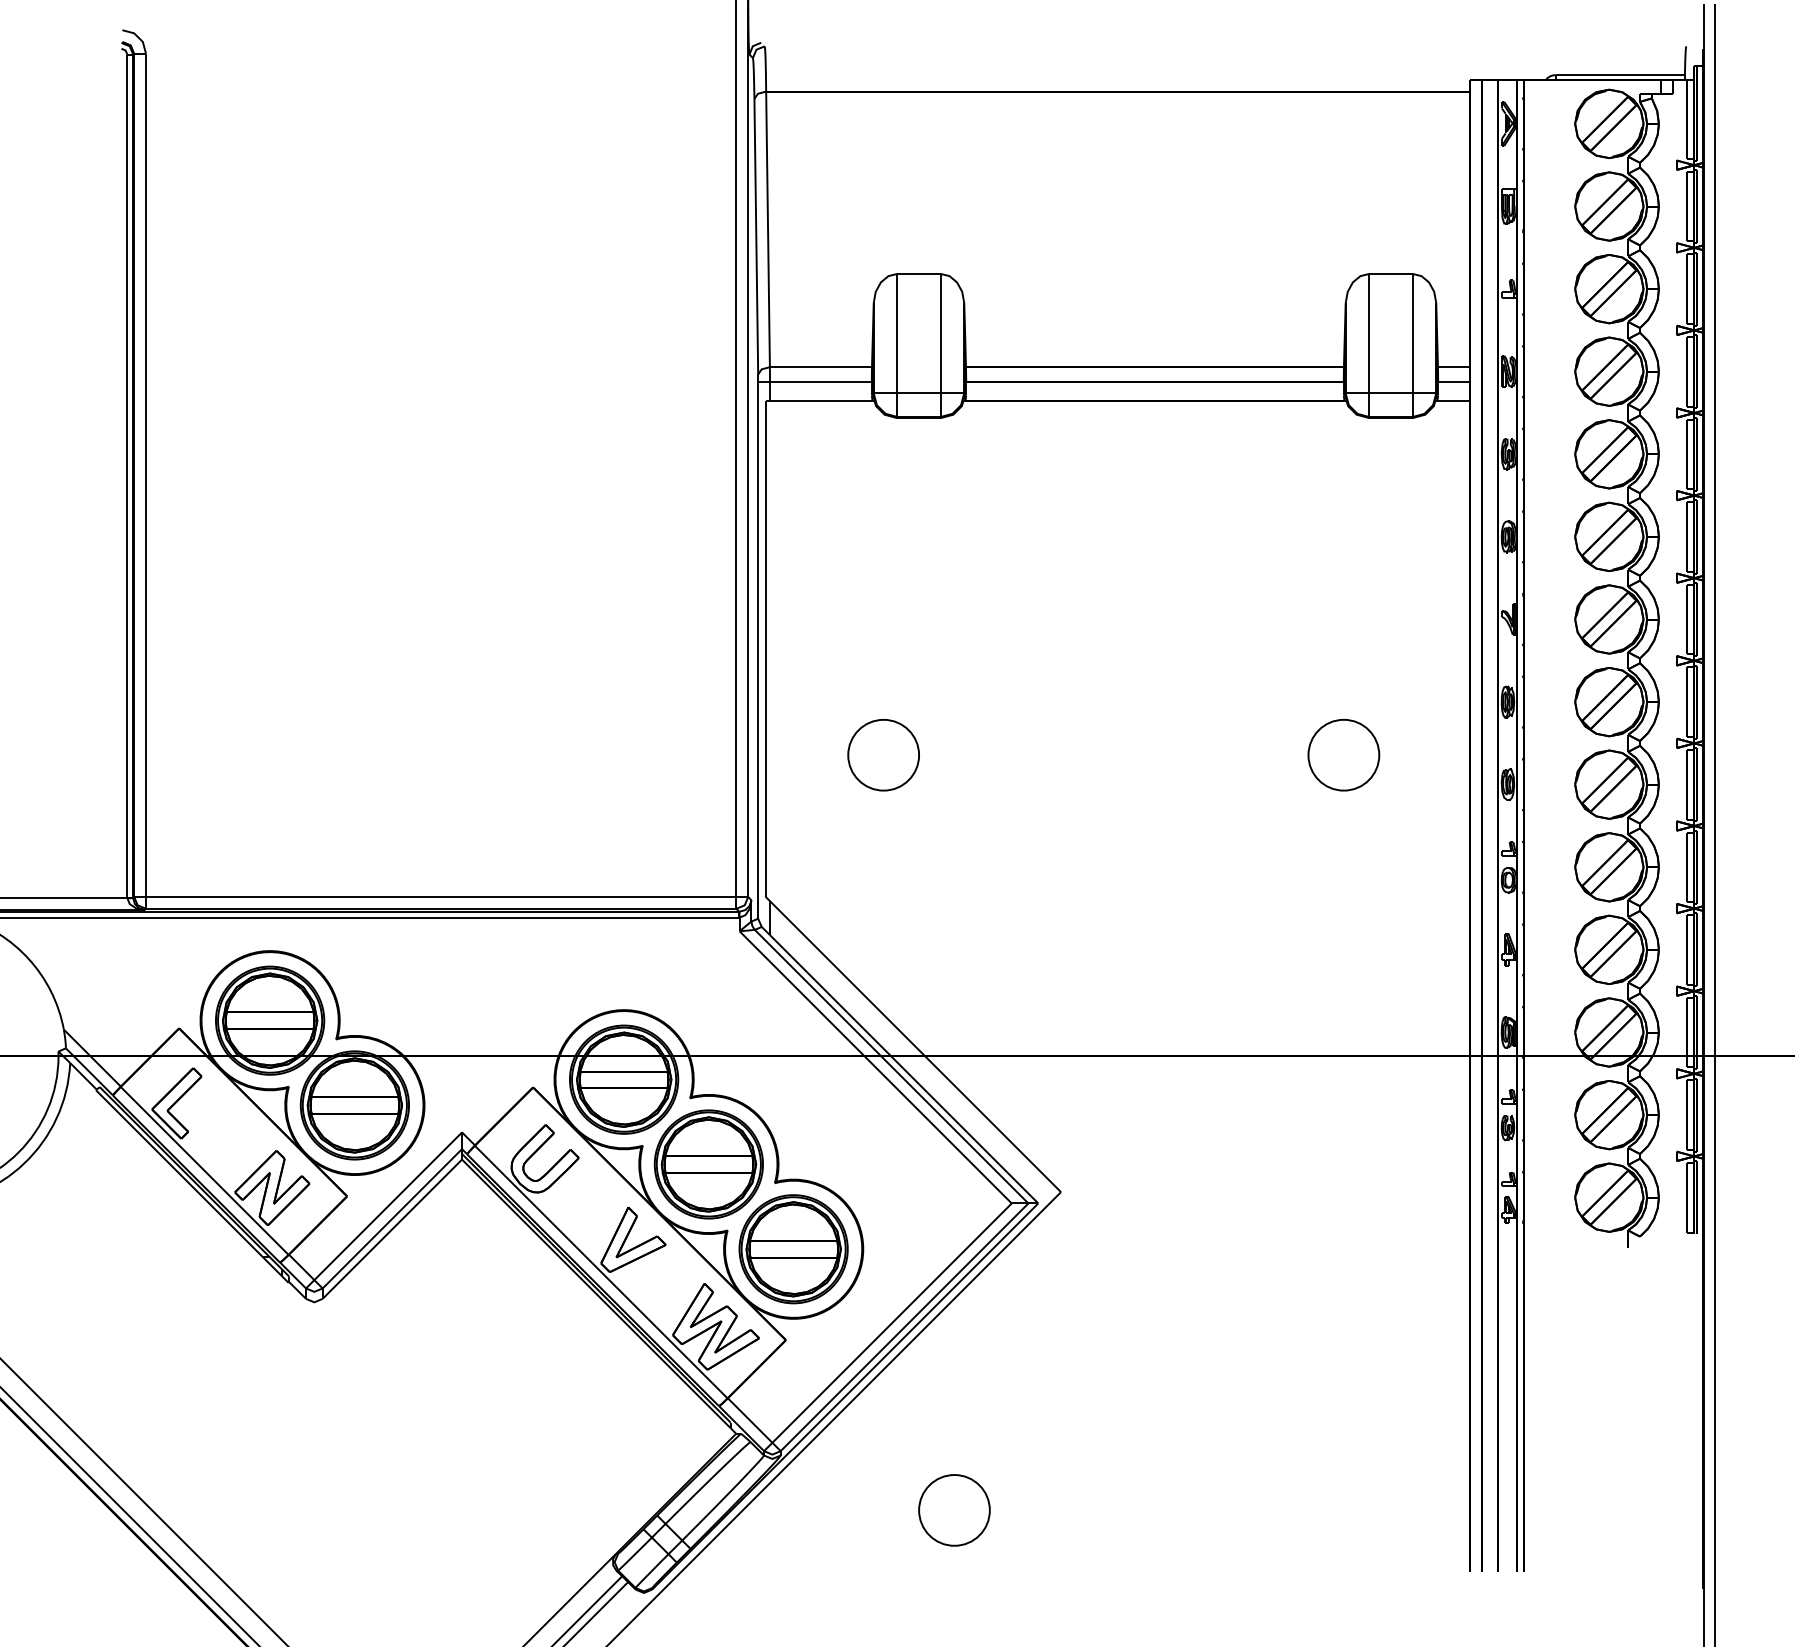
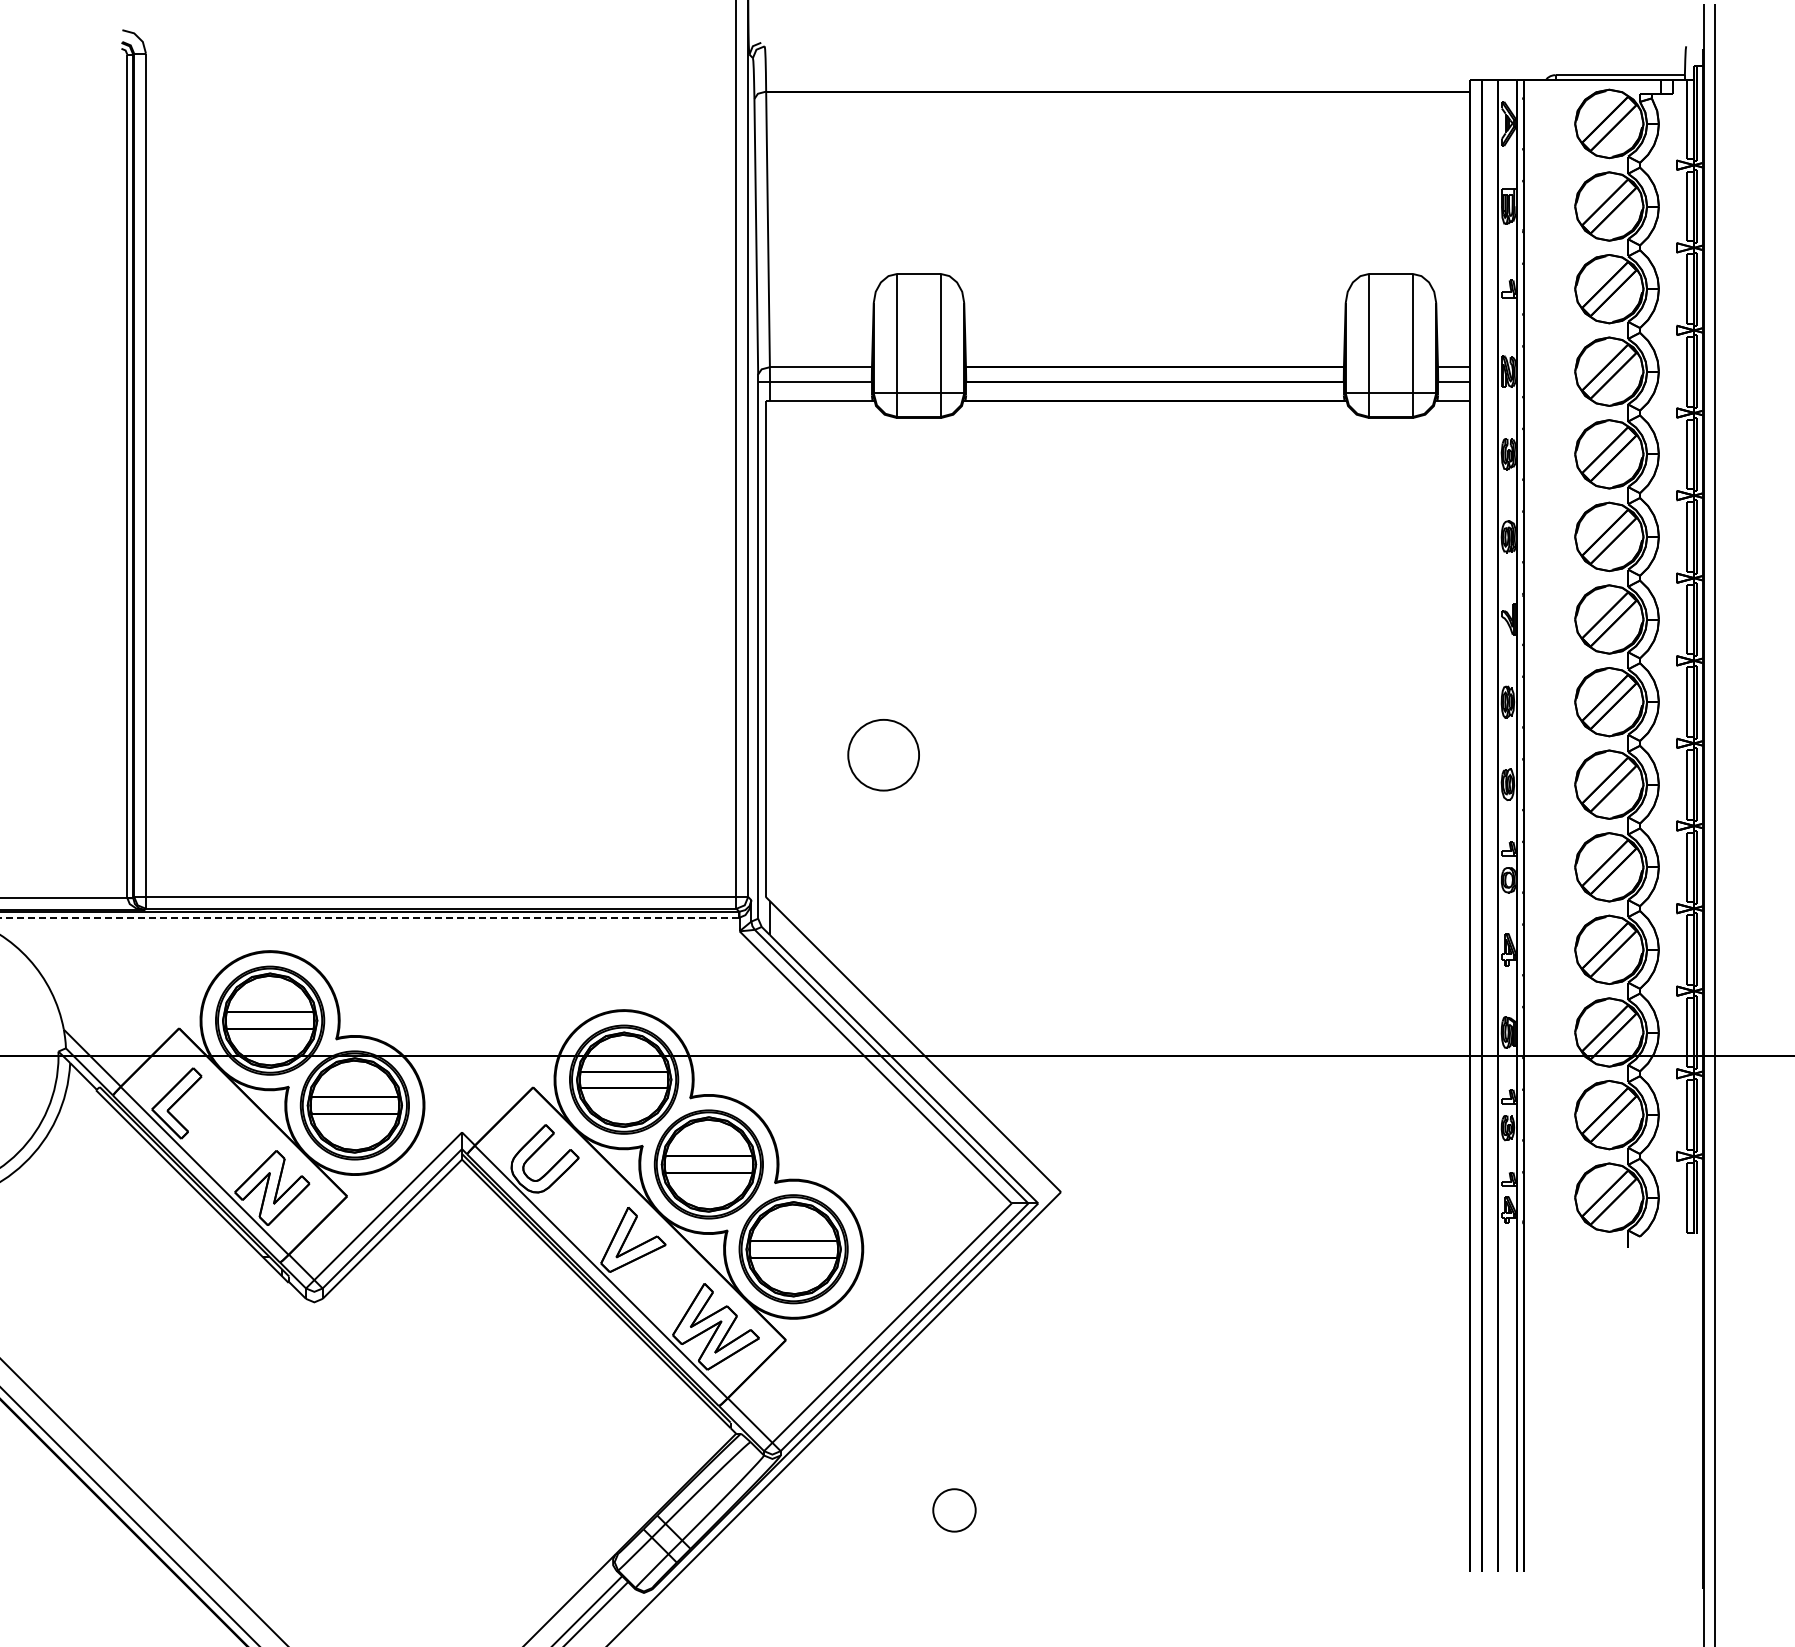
part at (1343, 754): present -> none
line at (369, 917): solid -> dashed
part at (954, 1510) size: 73x73 px -> 45x45 px
